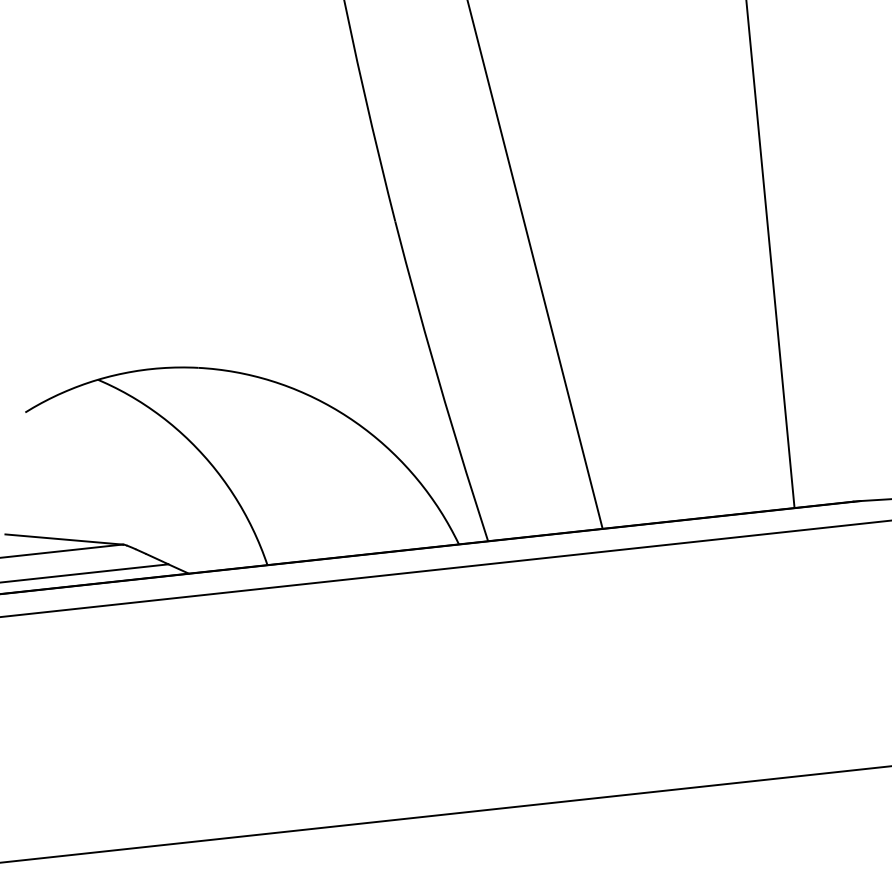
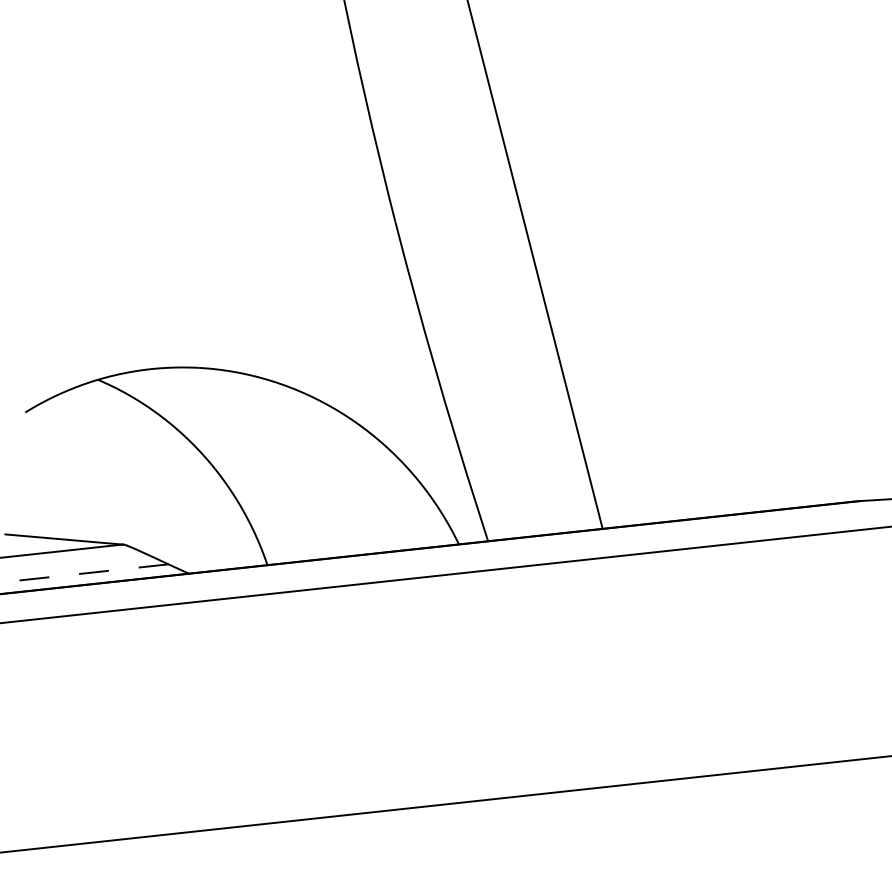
line at (770, 255): present -> none
line at (445, 568) position: (445, 568) -> (445, 574)
line at (83, 573): solid -> dashed
line at (445, 814) position: (445, 814) -> (445, 804)
